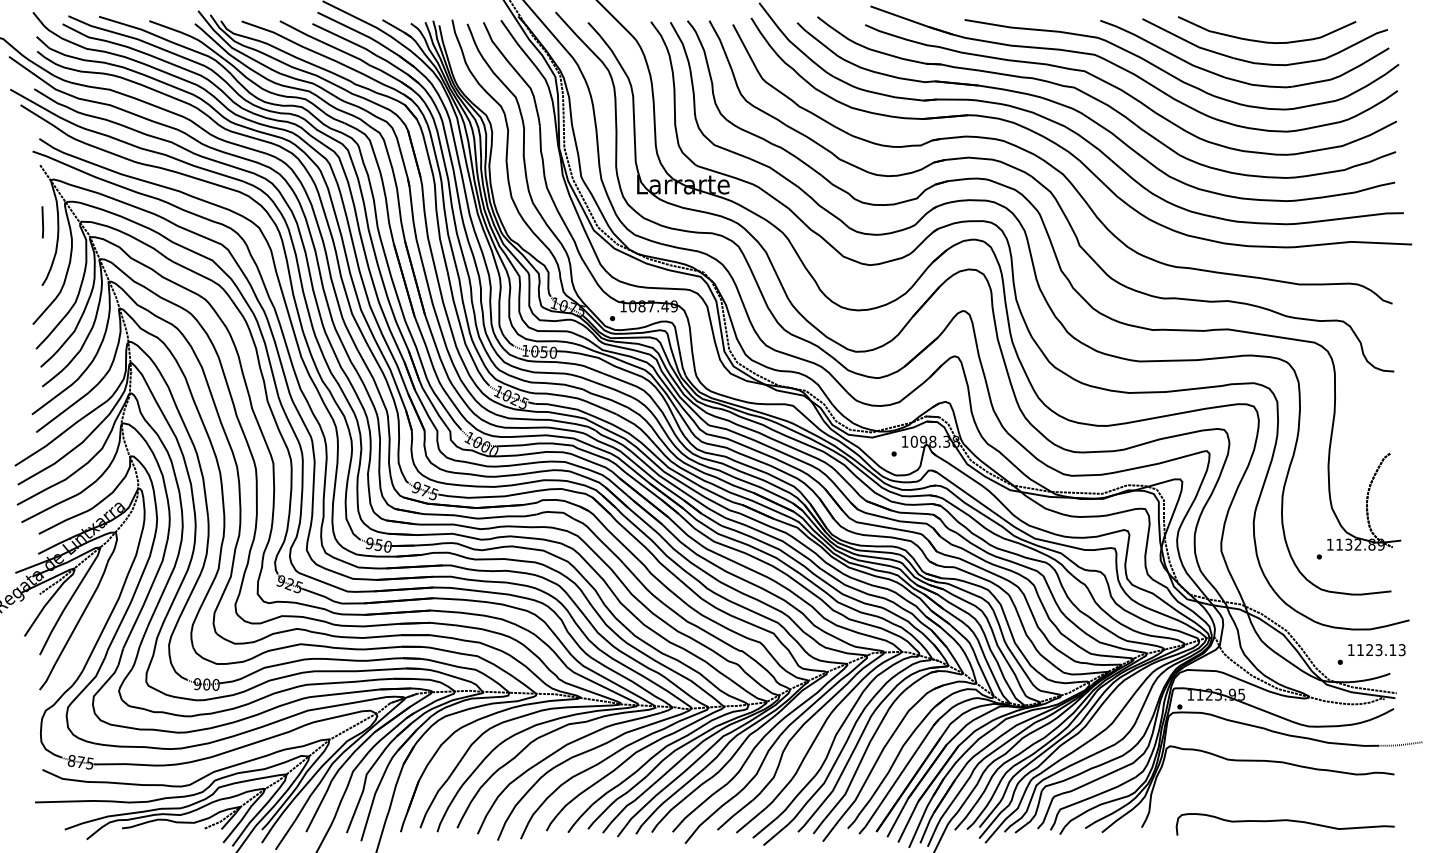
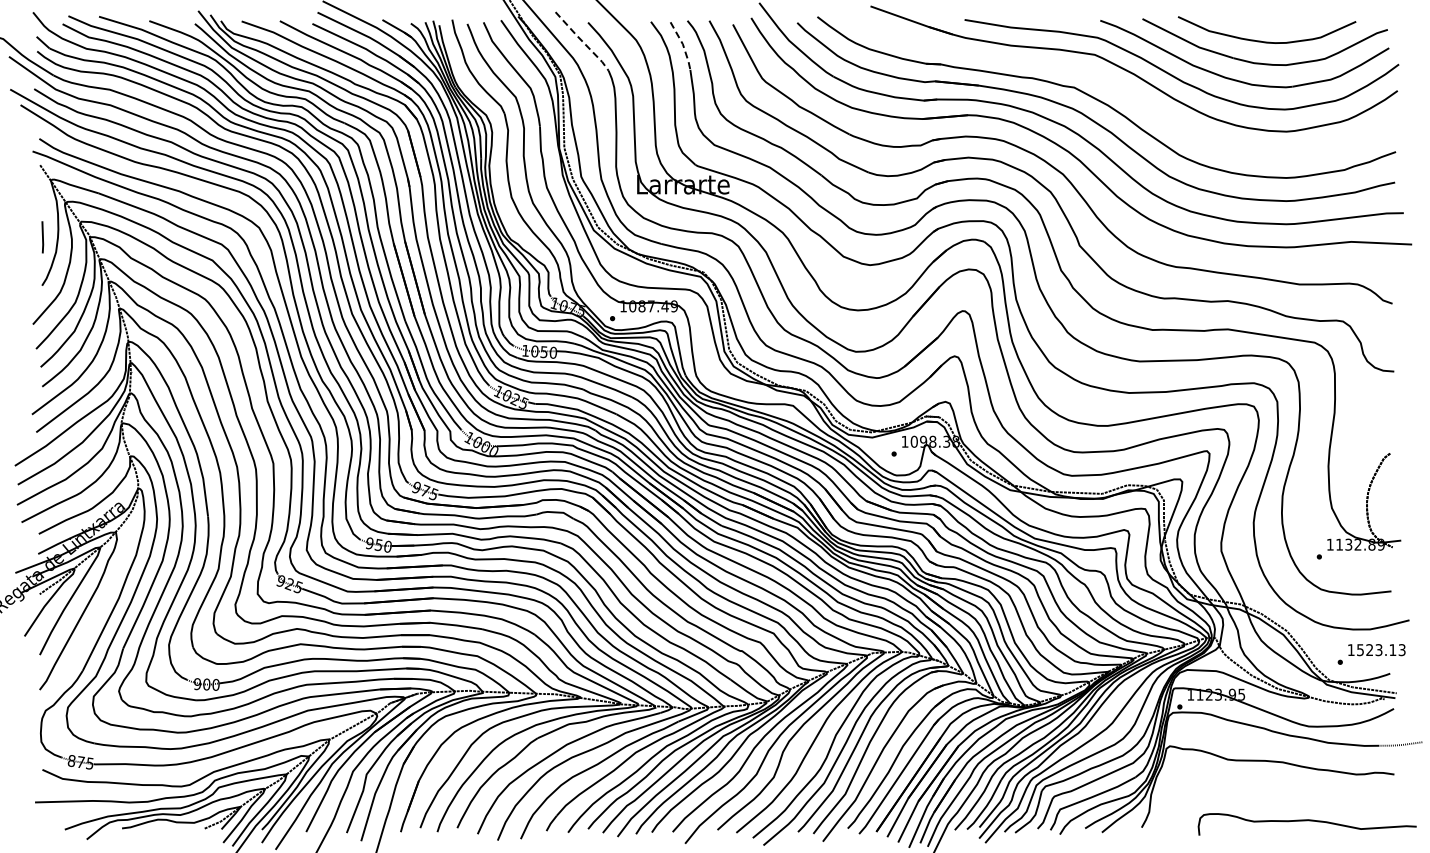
line at (582, 41): solid -> dashed
line at (683, 45): solid -> dashed
curve at (1127, 92): present -> none
line at (42, 222) position: (42, 222) -> (42, 237)
text at (1360, 650): 1123.13 -> 1523.13
curve at (1284, 821) position: (1284, 821) -> (1306, 821)
